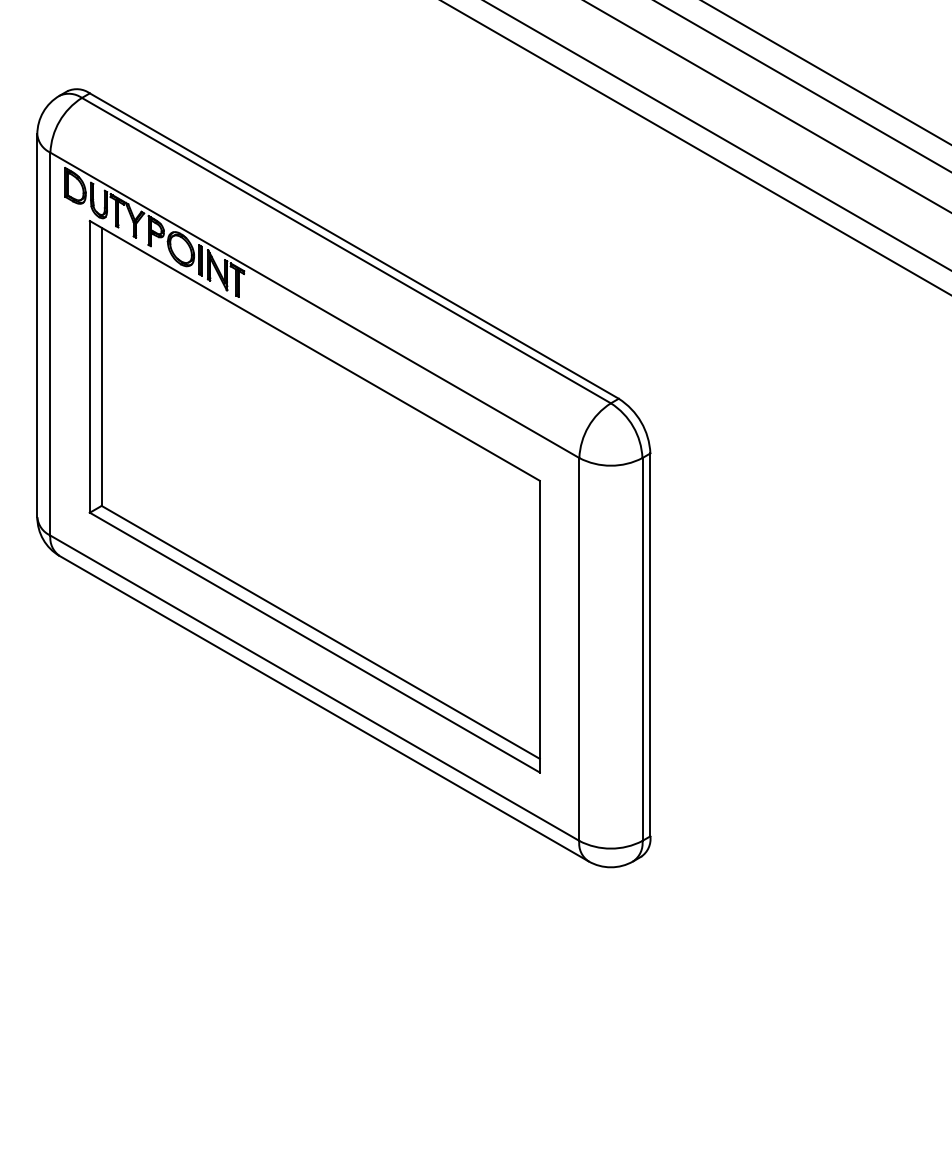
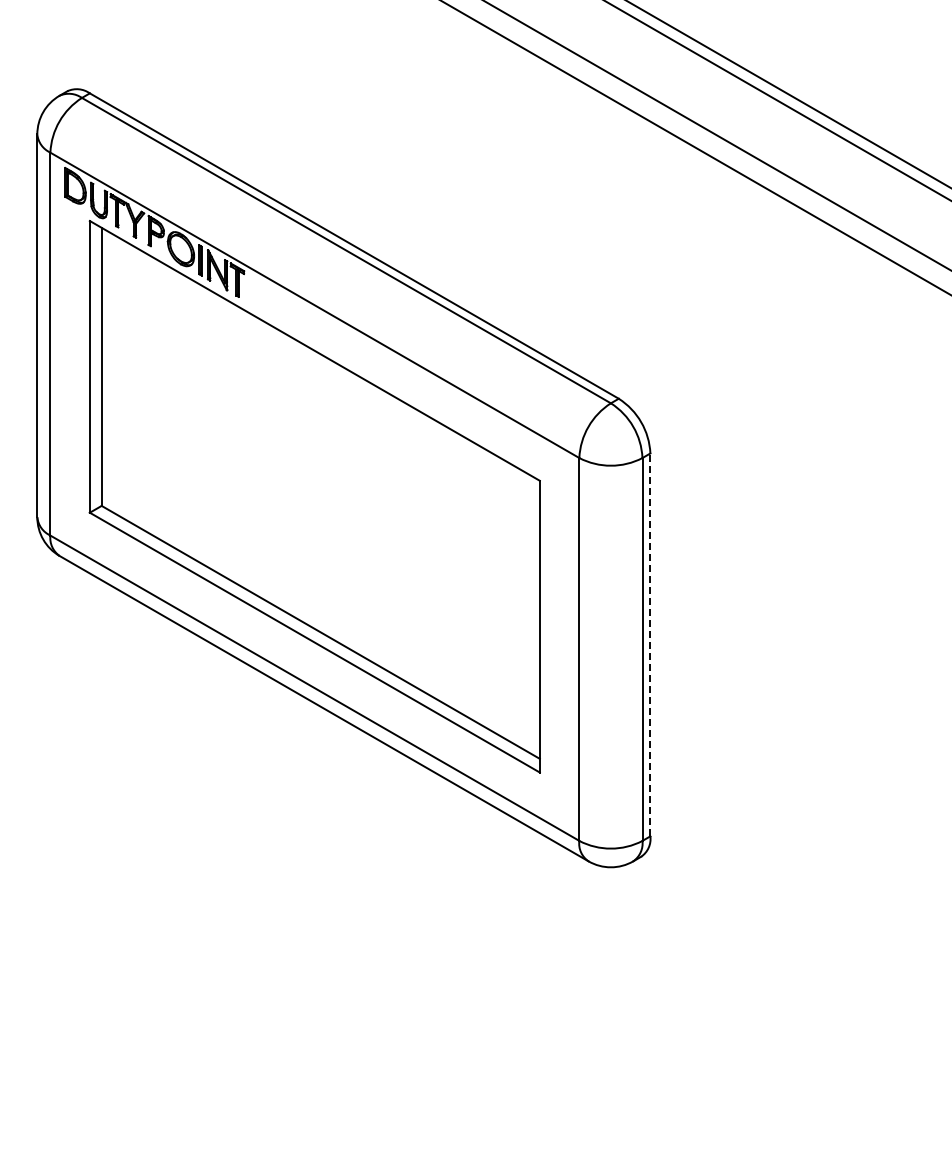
line at (826, 72): present -> none
line at (802, 86) position: (802, 86) -> (788, 94)
line at (767, 106) position: (767, 106) -> (777, 100)
line at (650, 644): solid -> dashed
